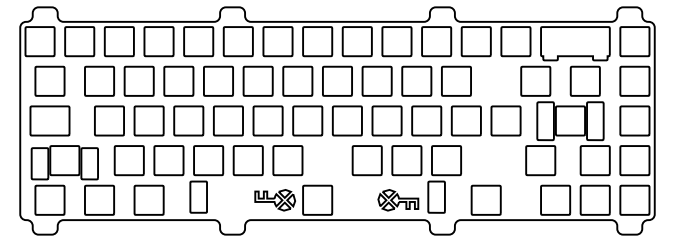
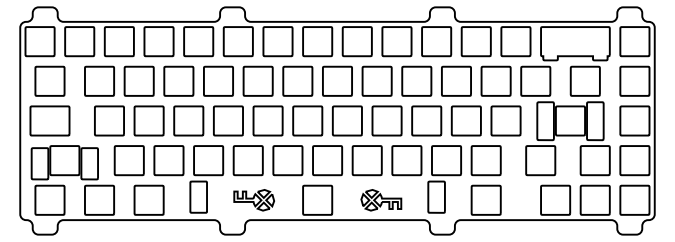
part at (495, 80): none -> present
part at (327, 160): none -> present
part at (485, 160): none -> present
part at (274, 200) position: (274, 200) -> (253, 200)
part at (398, 200) position: (398, 200) -> (381, 200)
